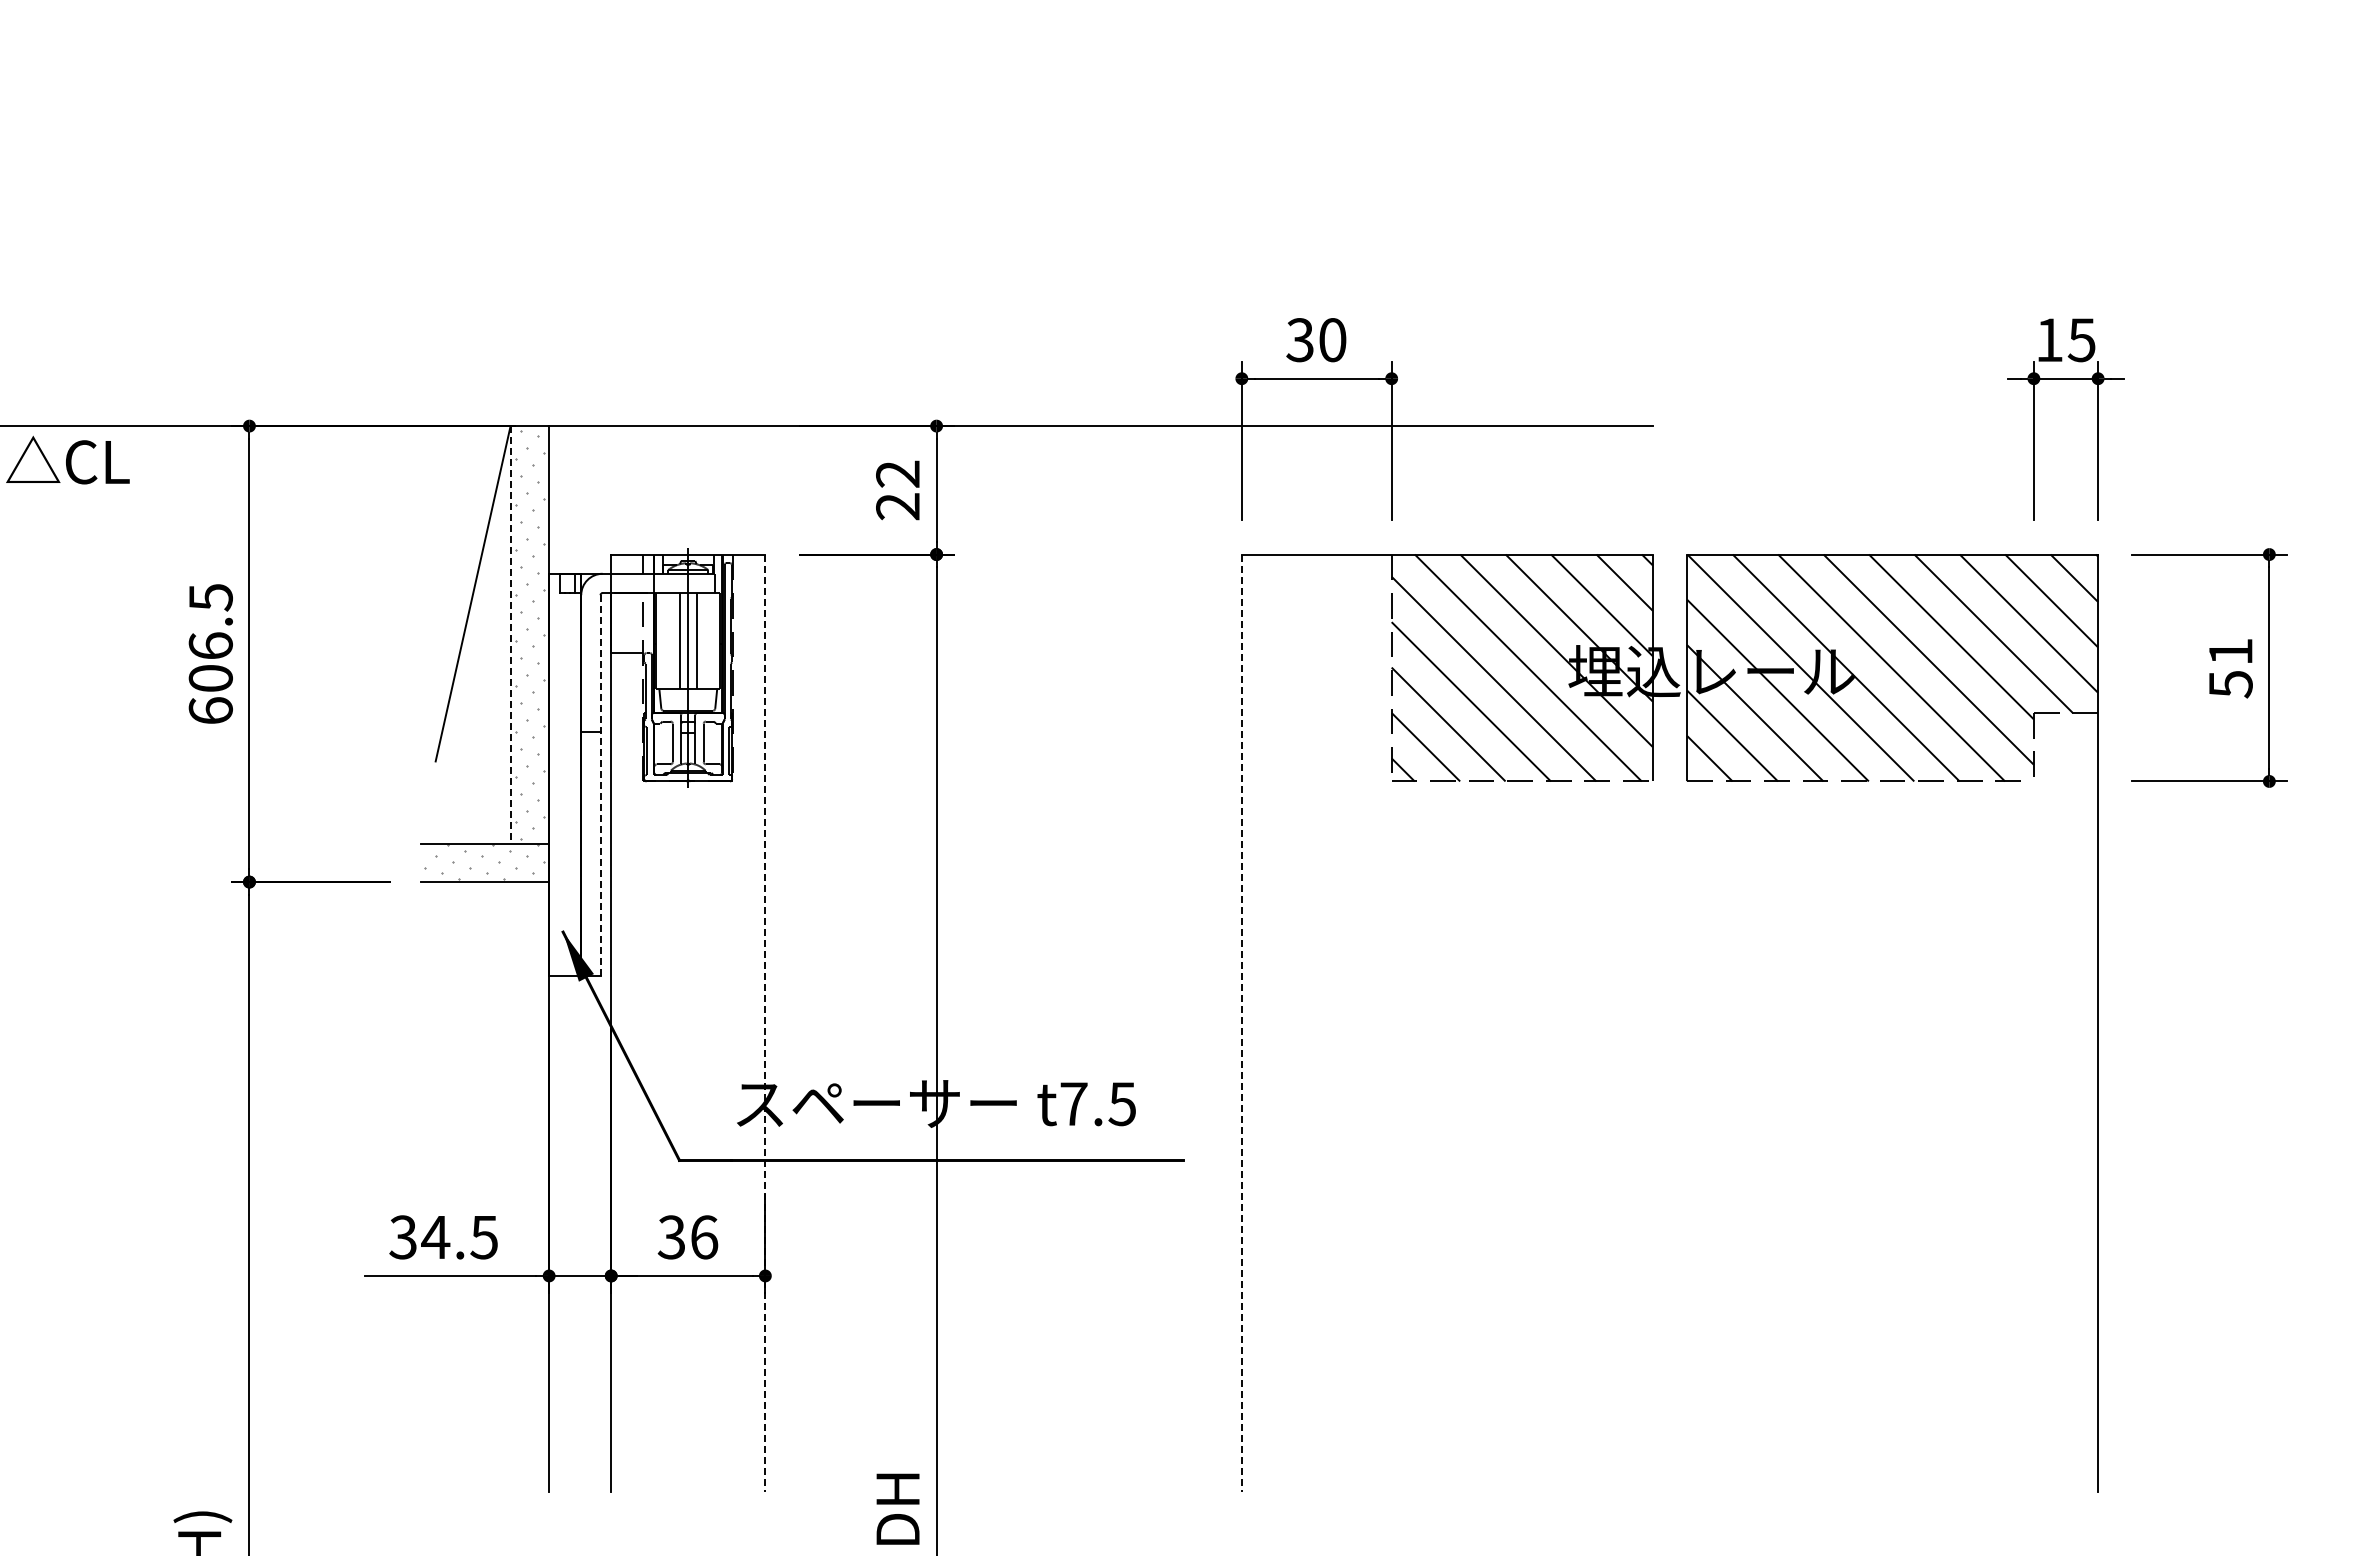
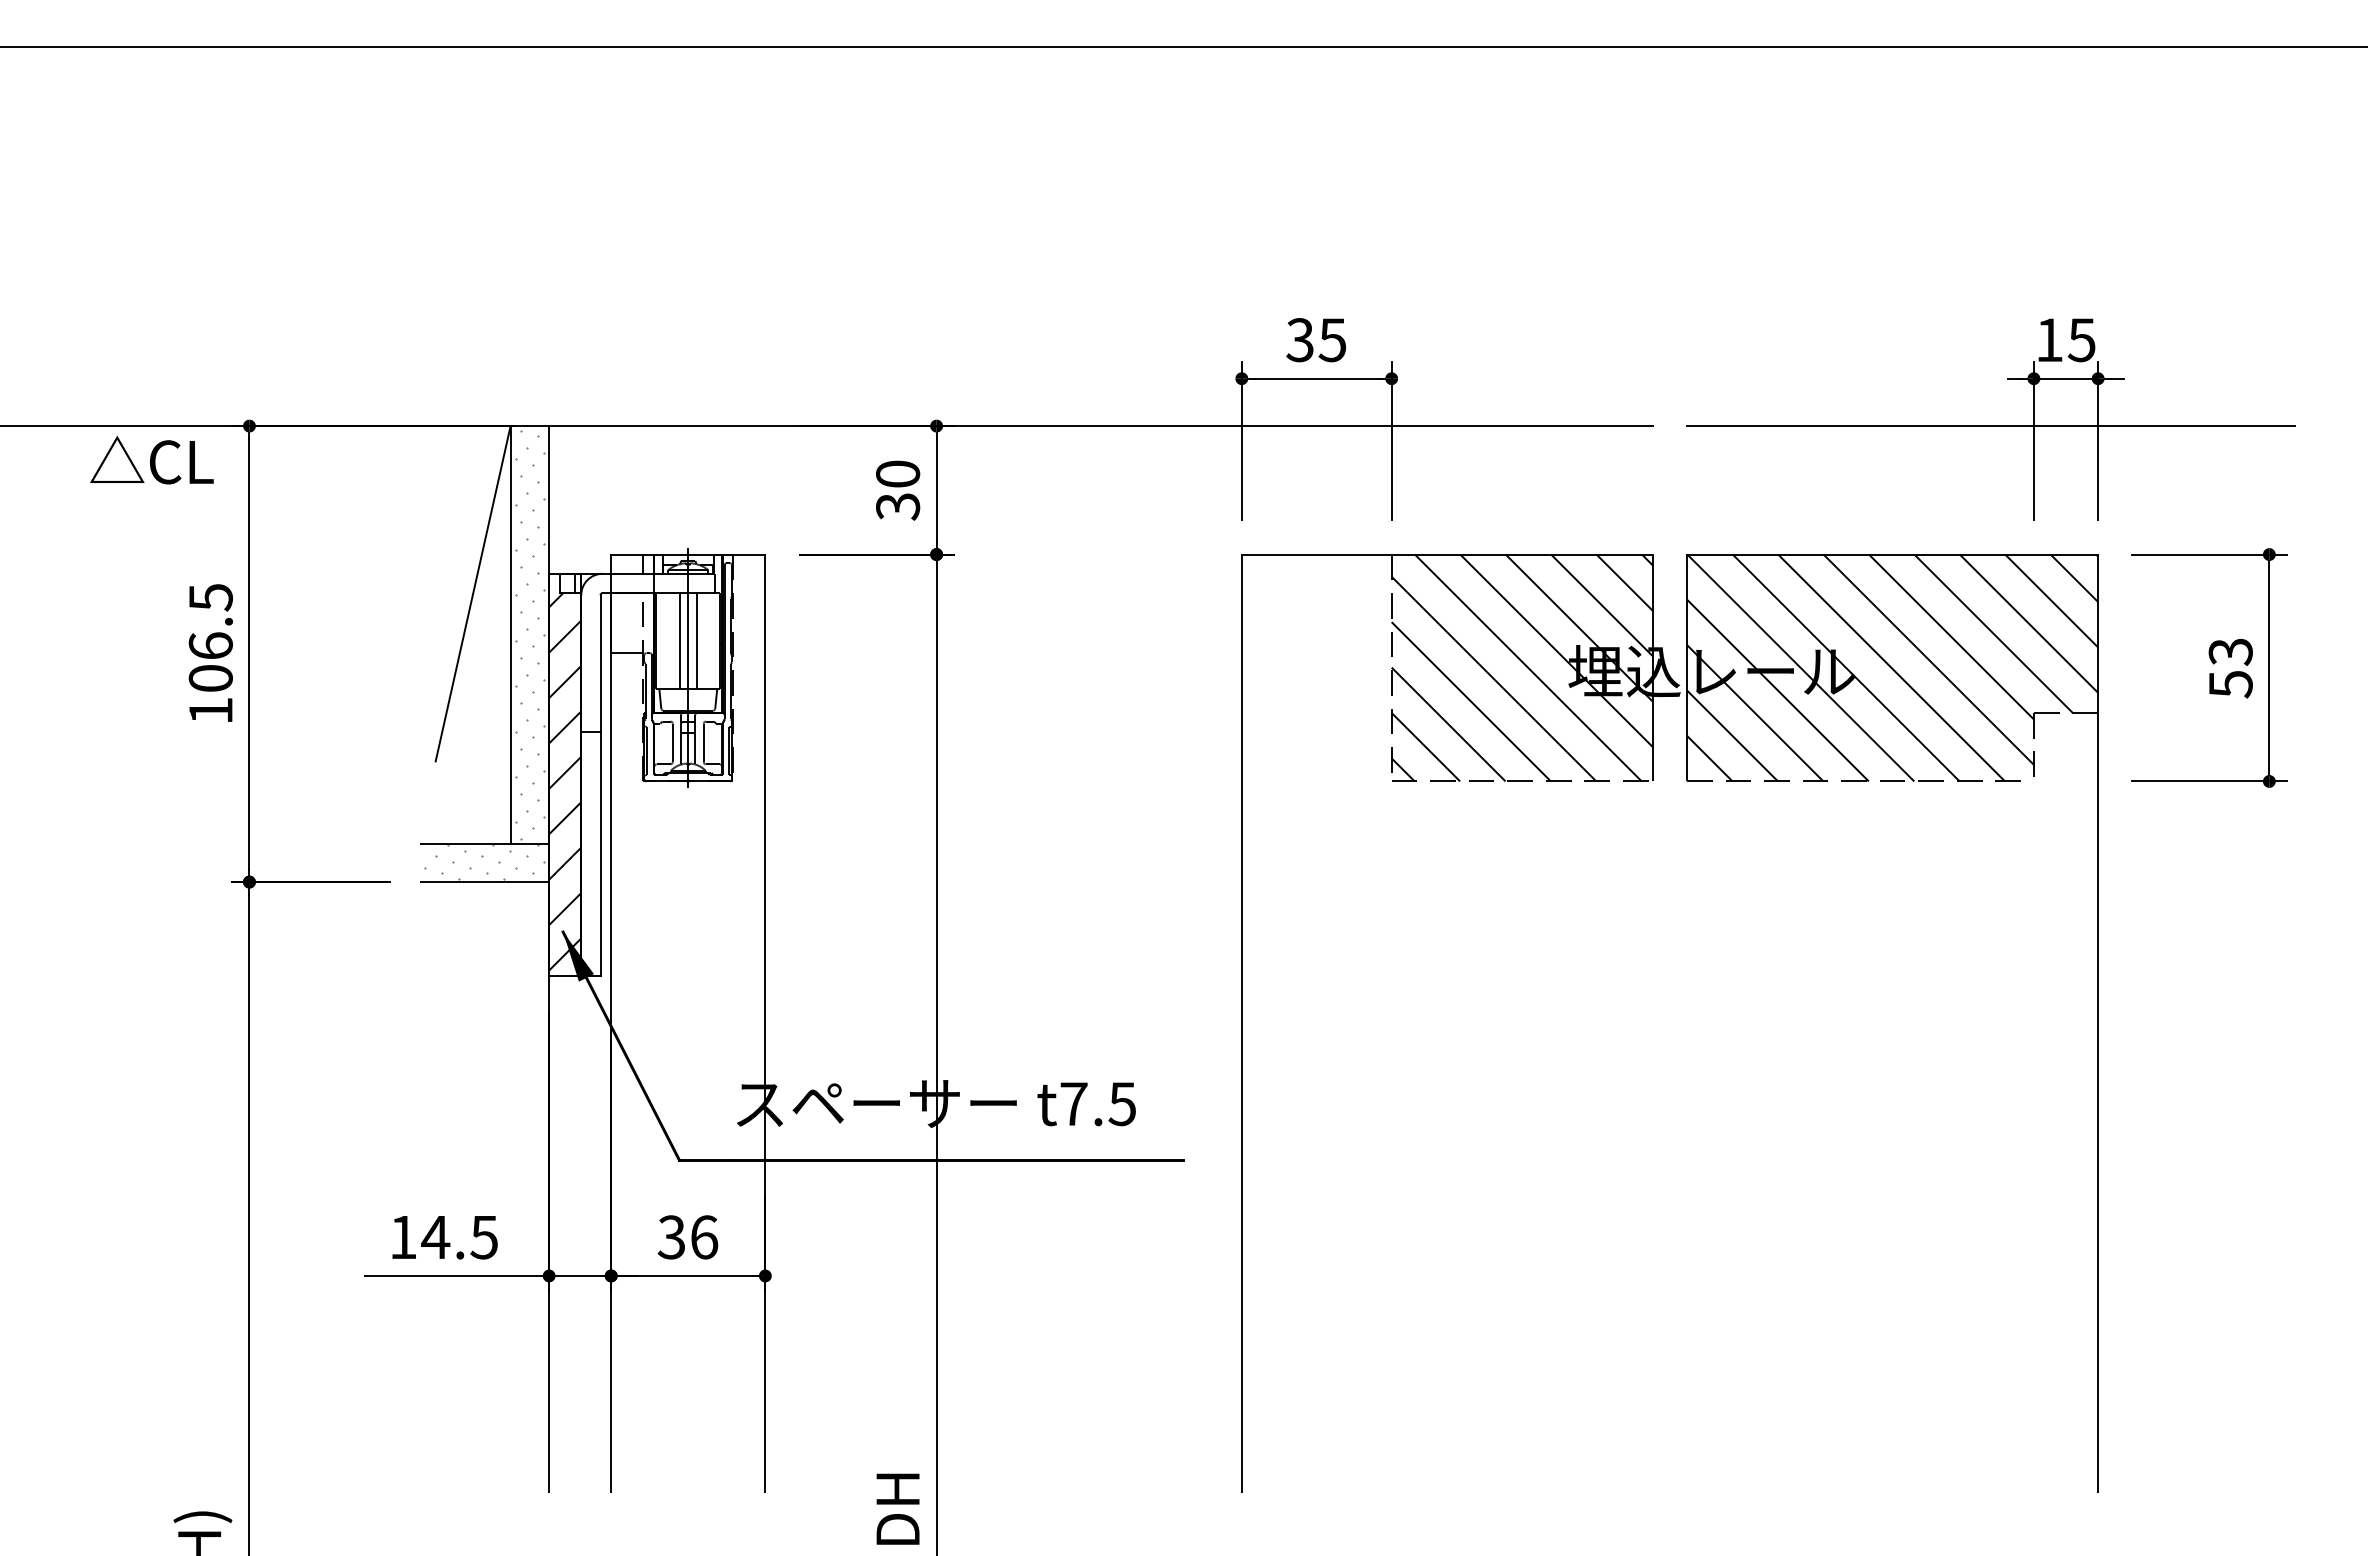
line at (1183, 46): none -> present
text at (1332, 340): 30 -> 35
line at (1991, 426): none -> present
text at (67, 459) position: (67, 459) -> (151, 459)
text at (898, 490): 22 -> 30
line at (510, 634): dashed -> solid
text at (2230, 651): 51 -> 53
text at (210, 710): 606.5 -> 106.5
hatch at (565, 781): none -> present
line at (600, 785): dashed -> solid
line at (765, 1023): dashed -> solid
line at (1241, 1023): dashed -> solid
text at (402, 1237): 34.5 -> 14.5
